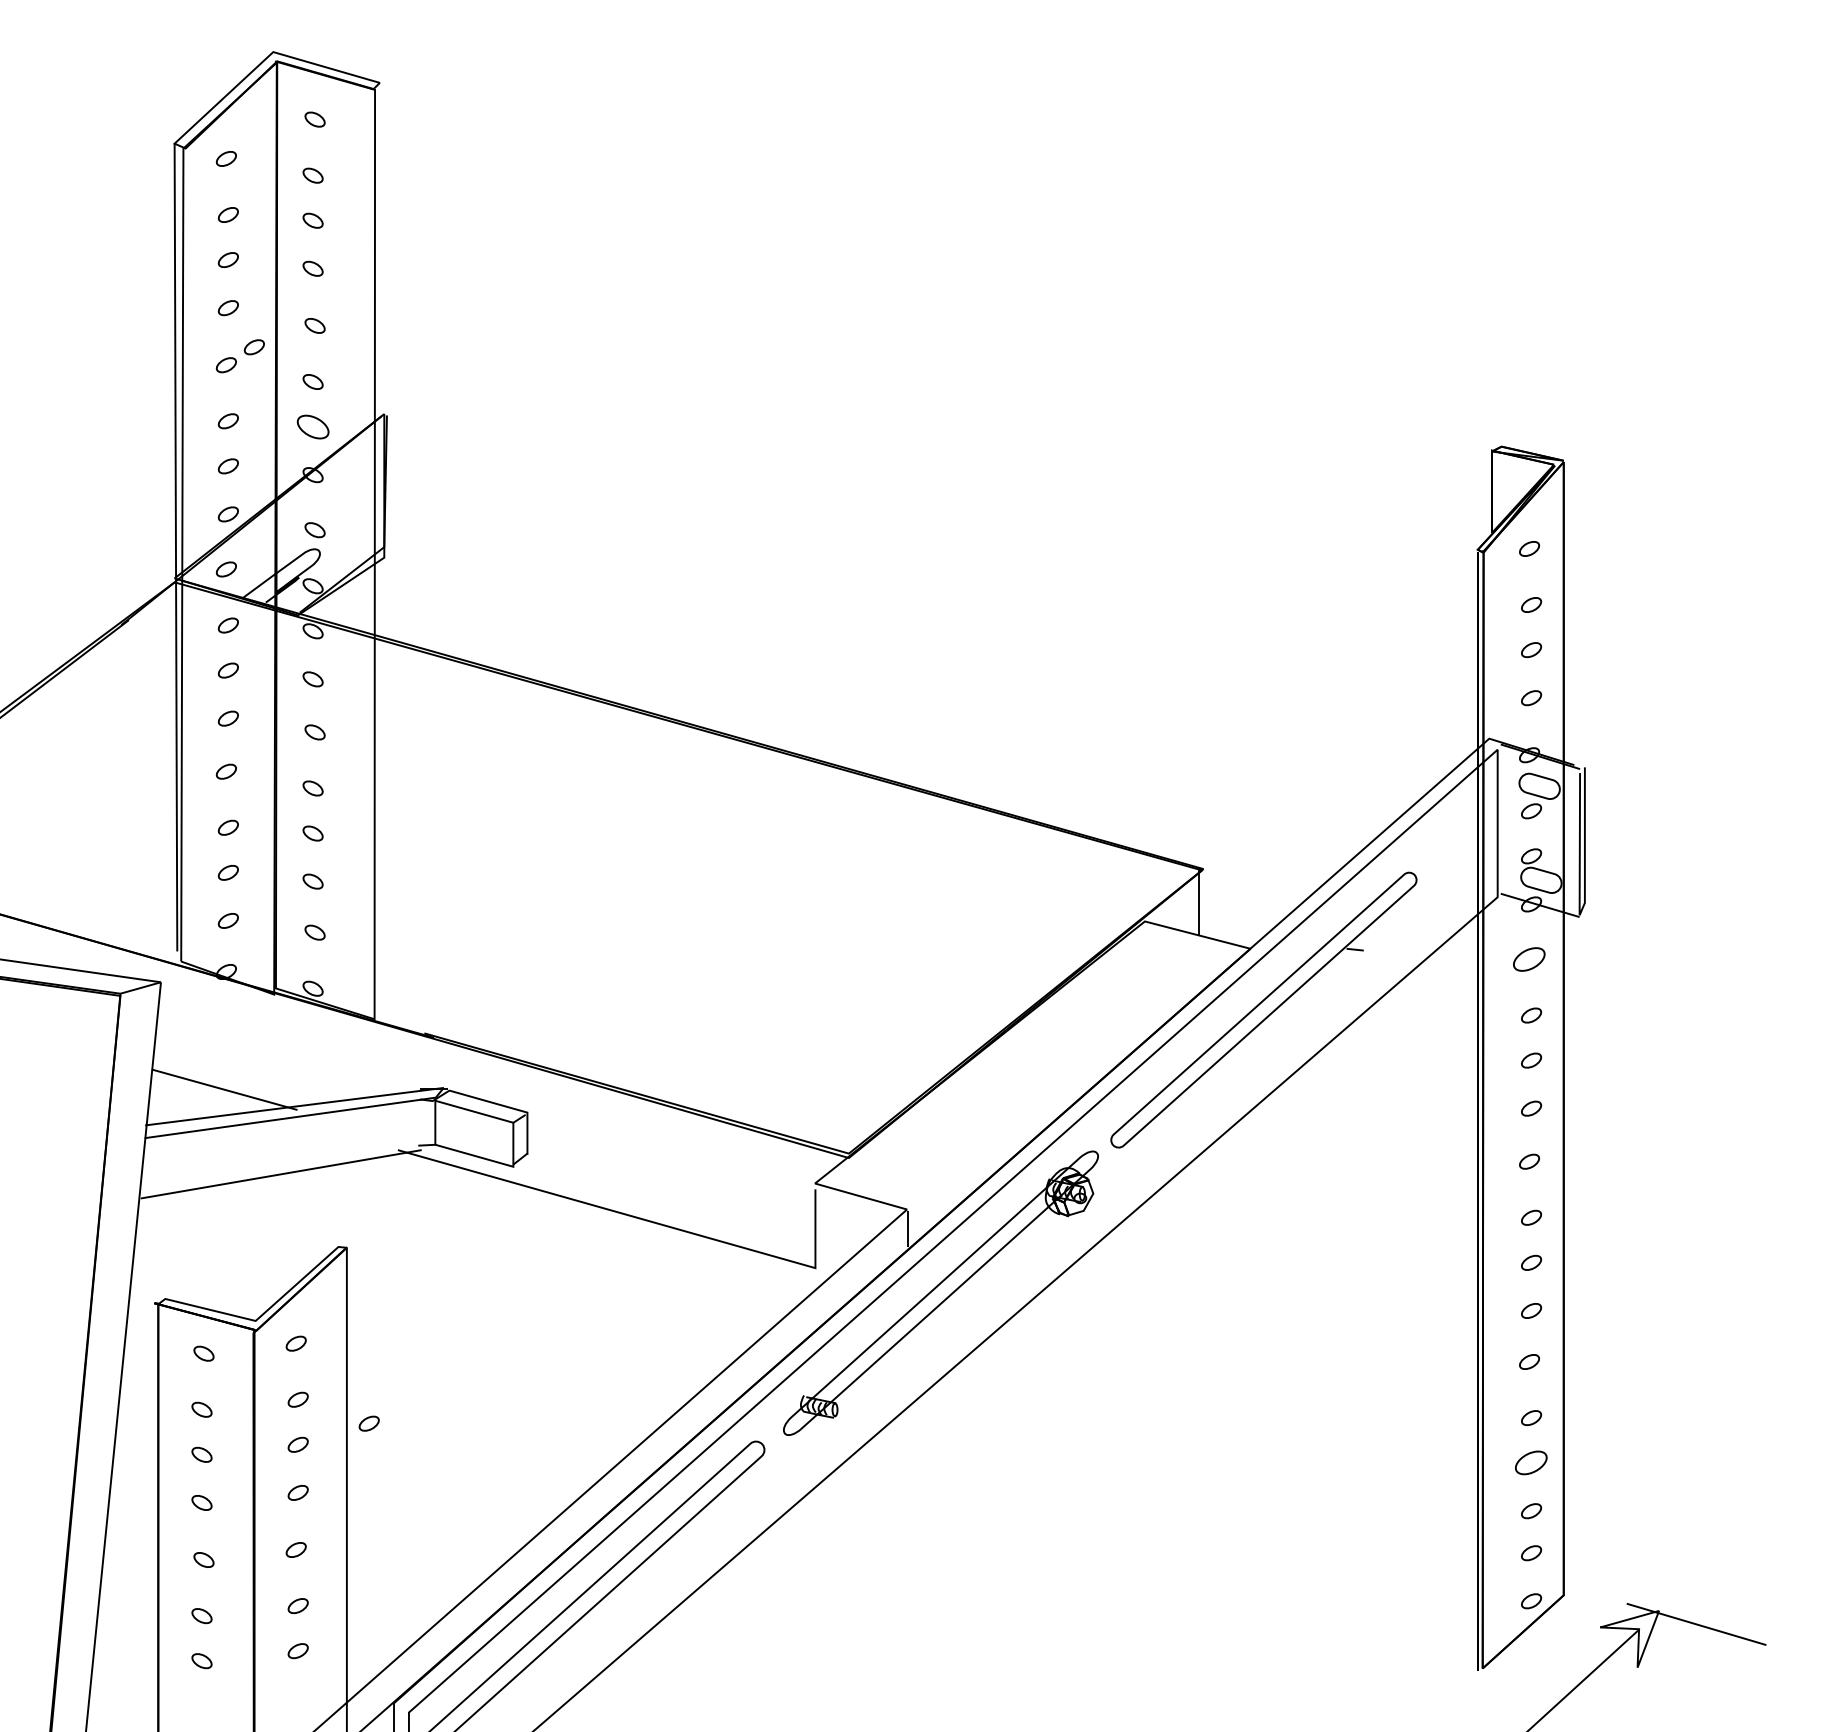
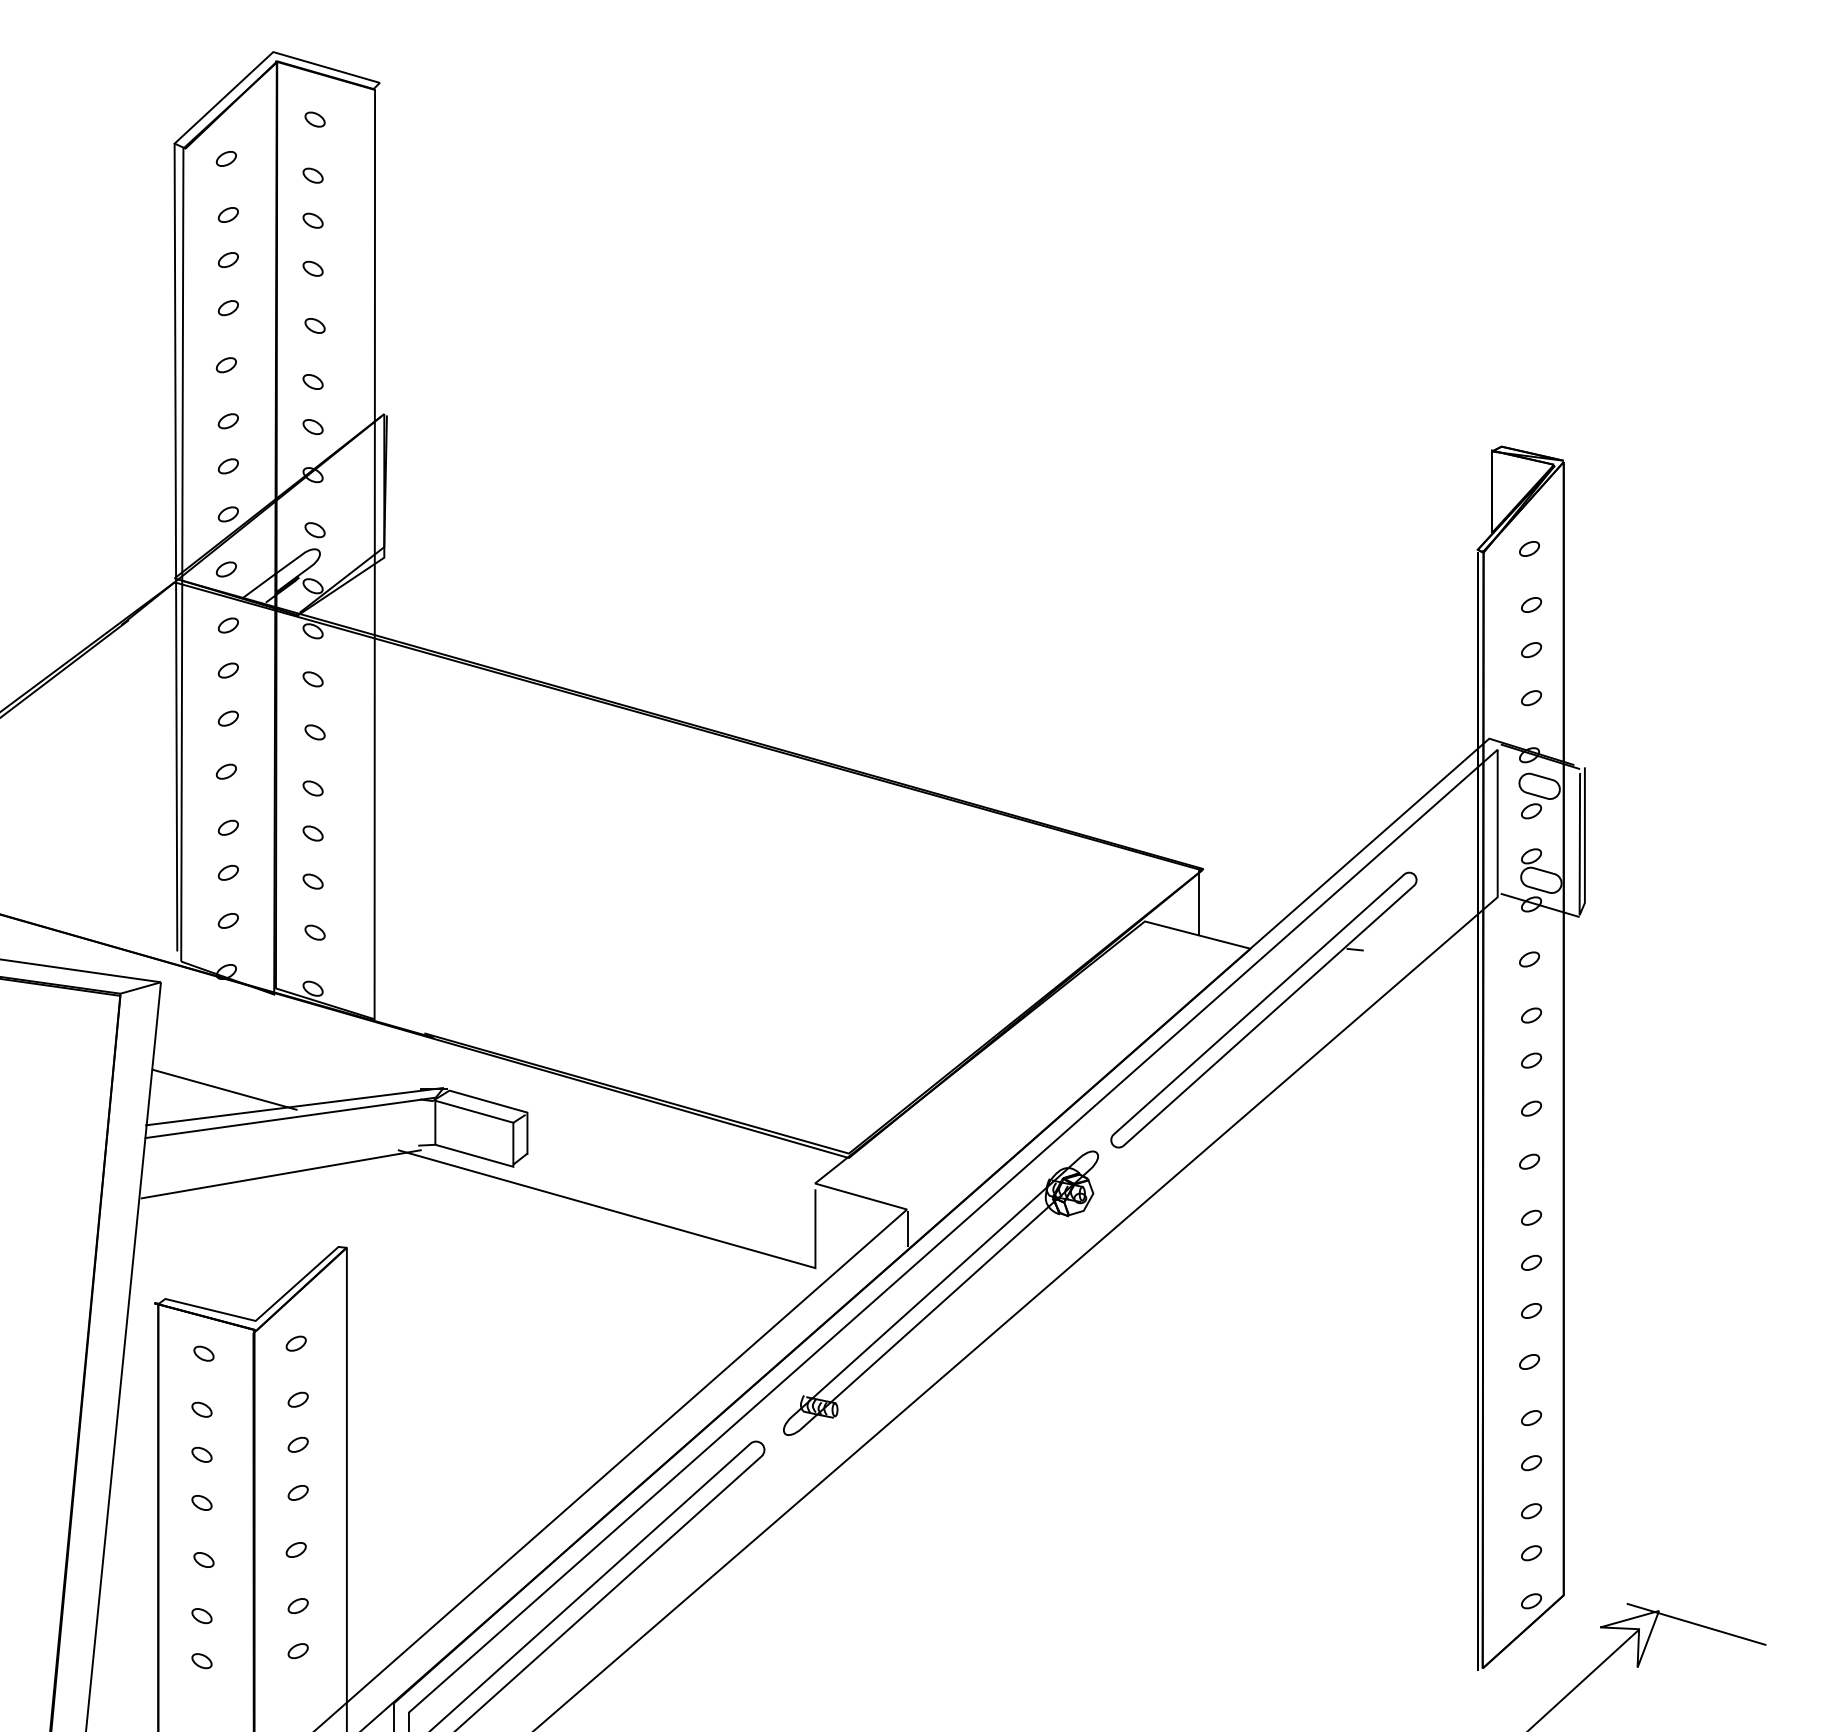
part at (253, 347): present -> none
part at (312, 426) size: 34x26 px -> 22x16 px
part at (1529, 959) size: 33x25 px -> 22x17 px
part at (368, 1423): present -> none
part at (1531, 1462) size: 33x26 px -> 22x17 px
